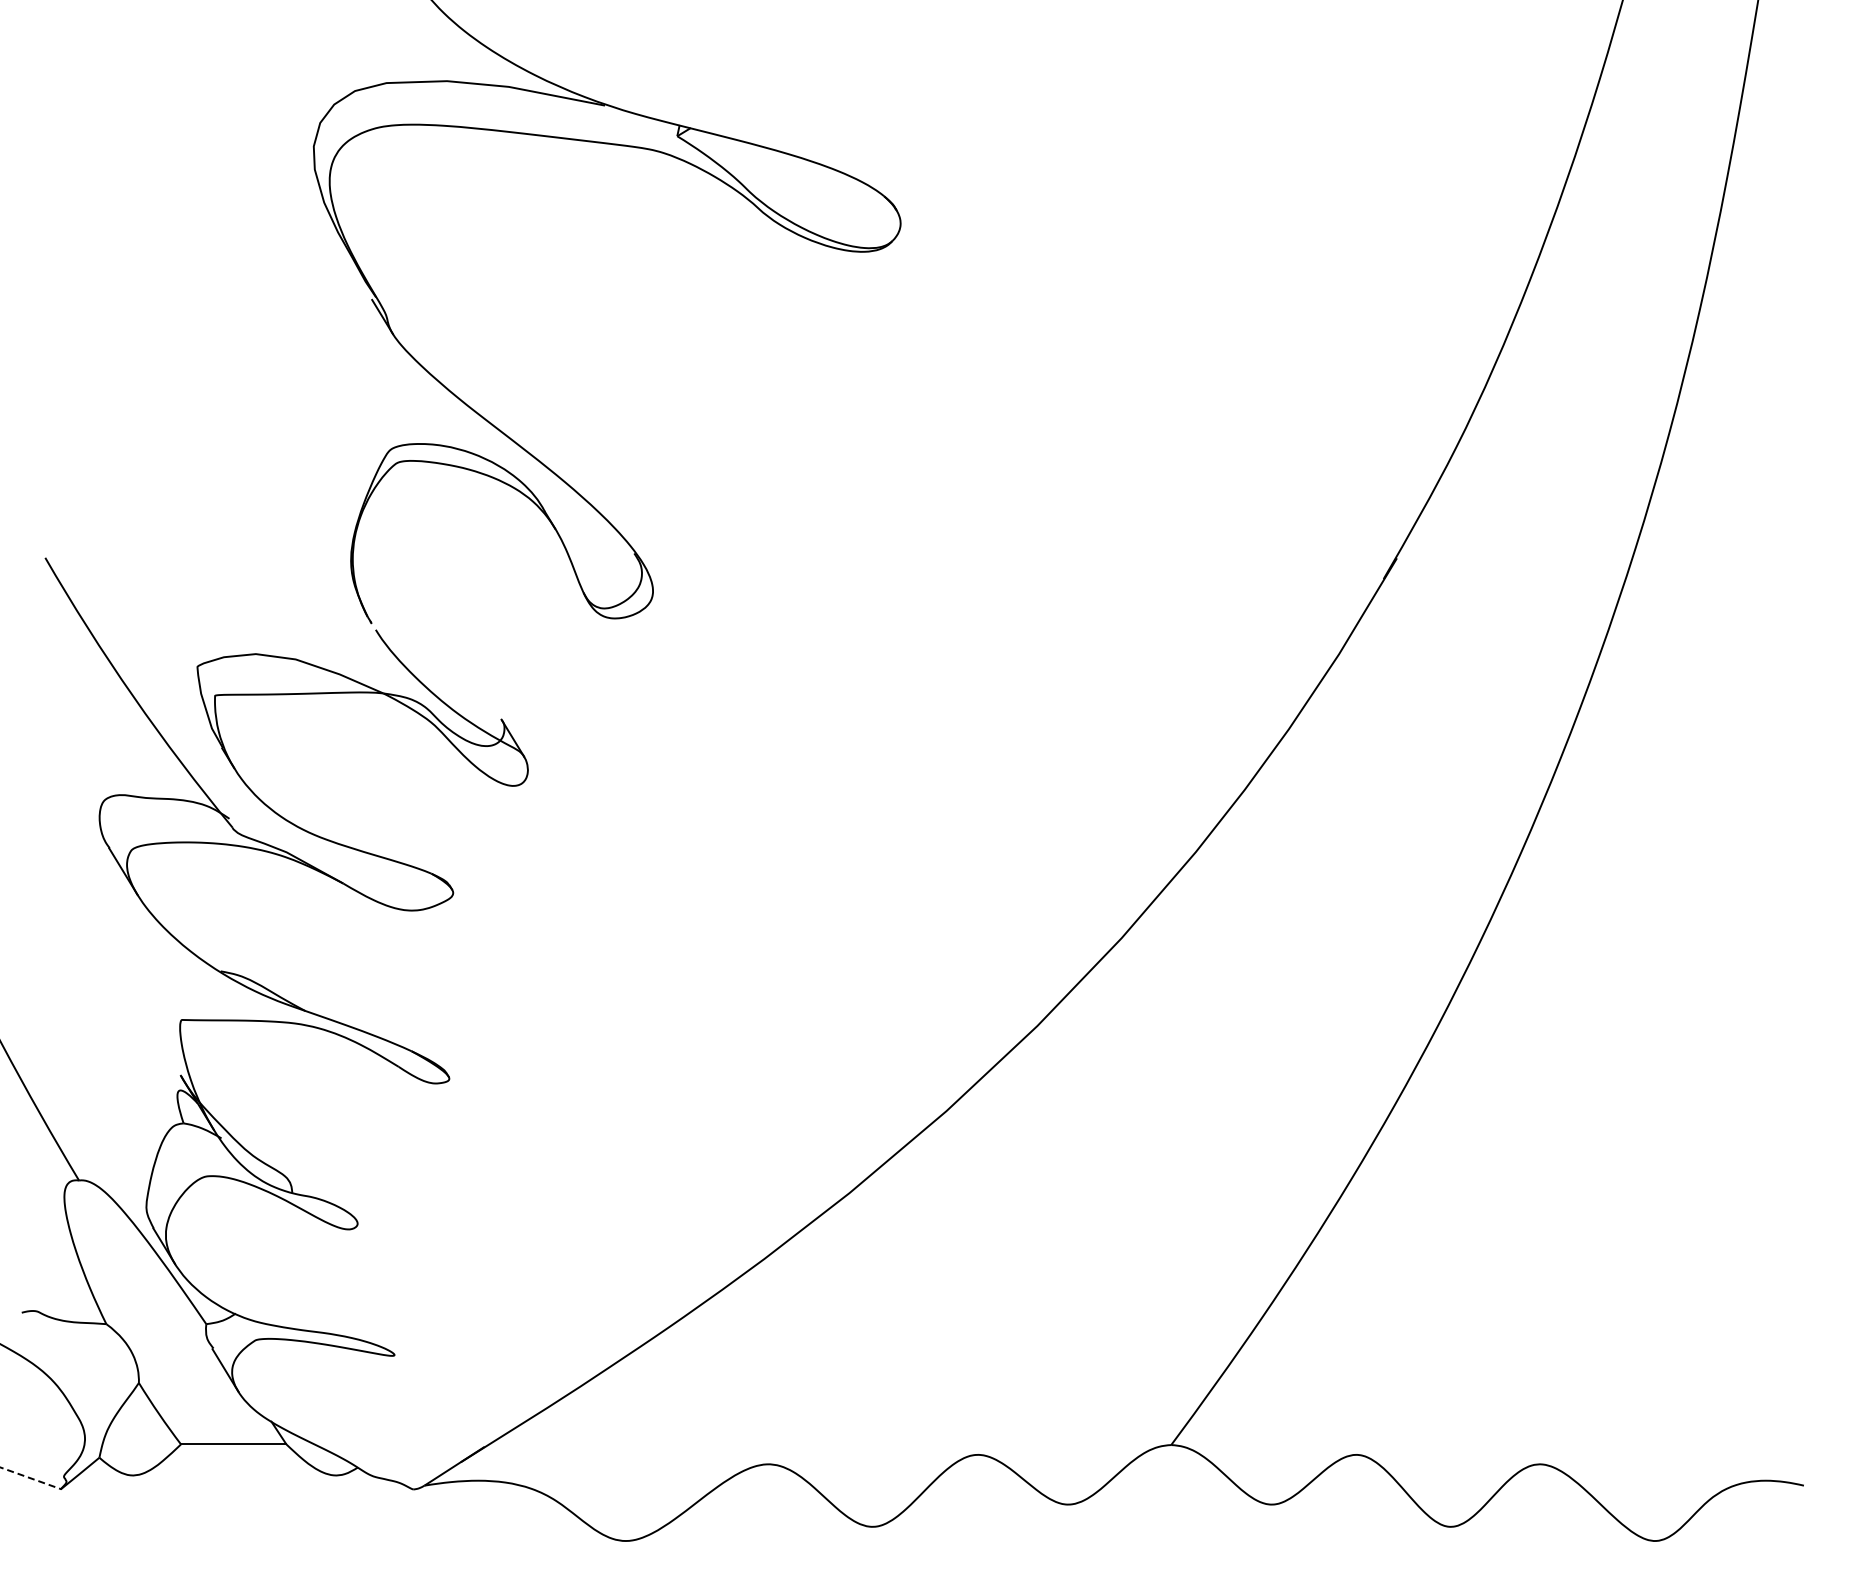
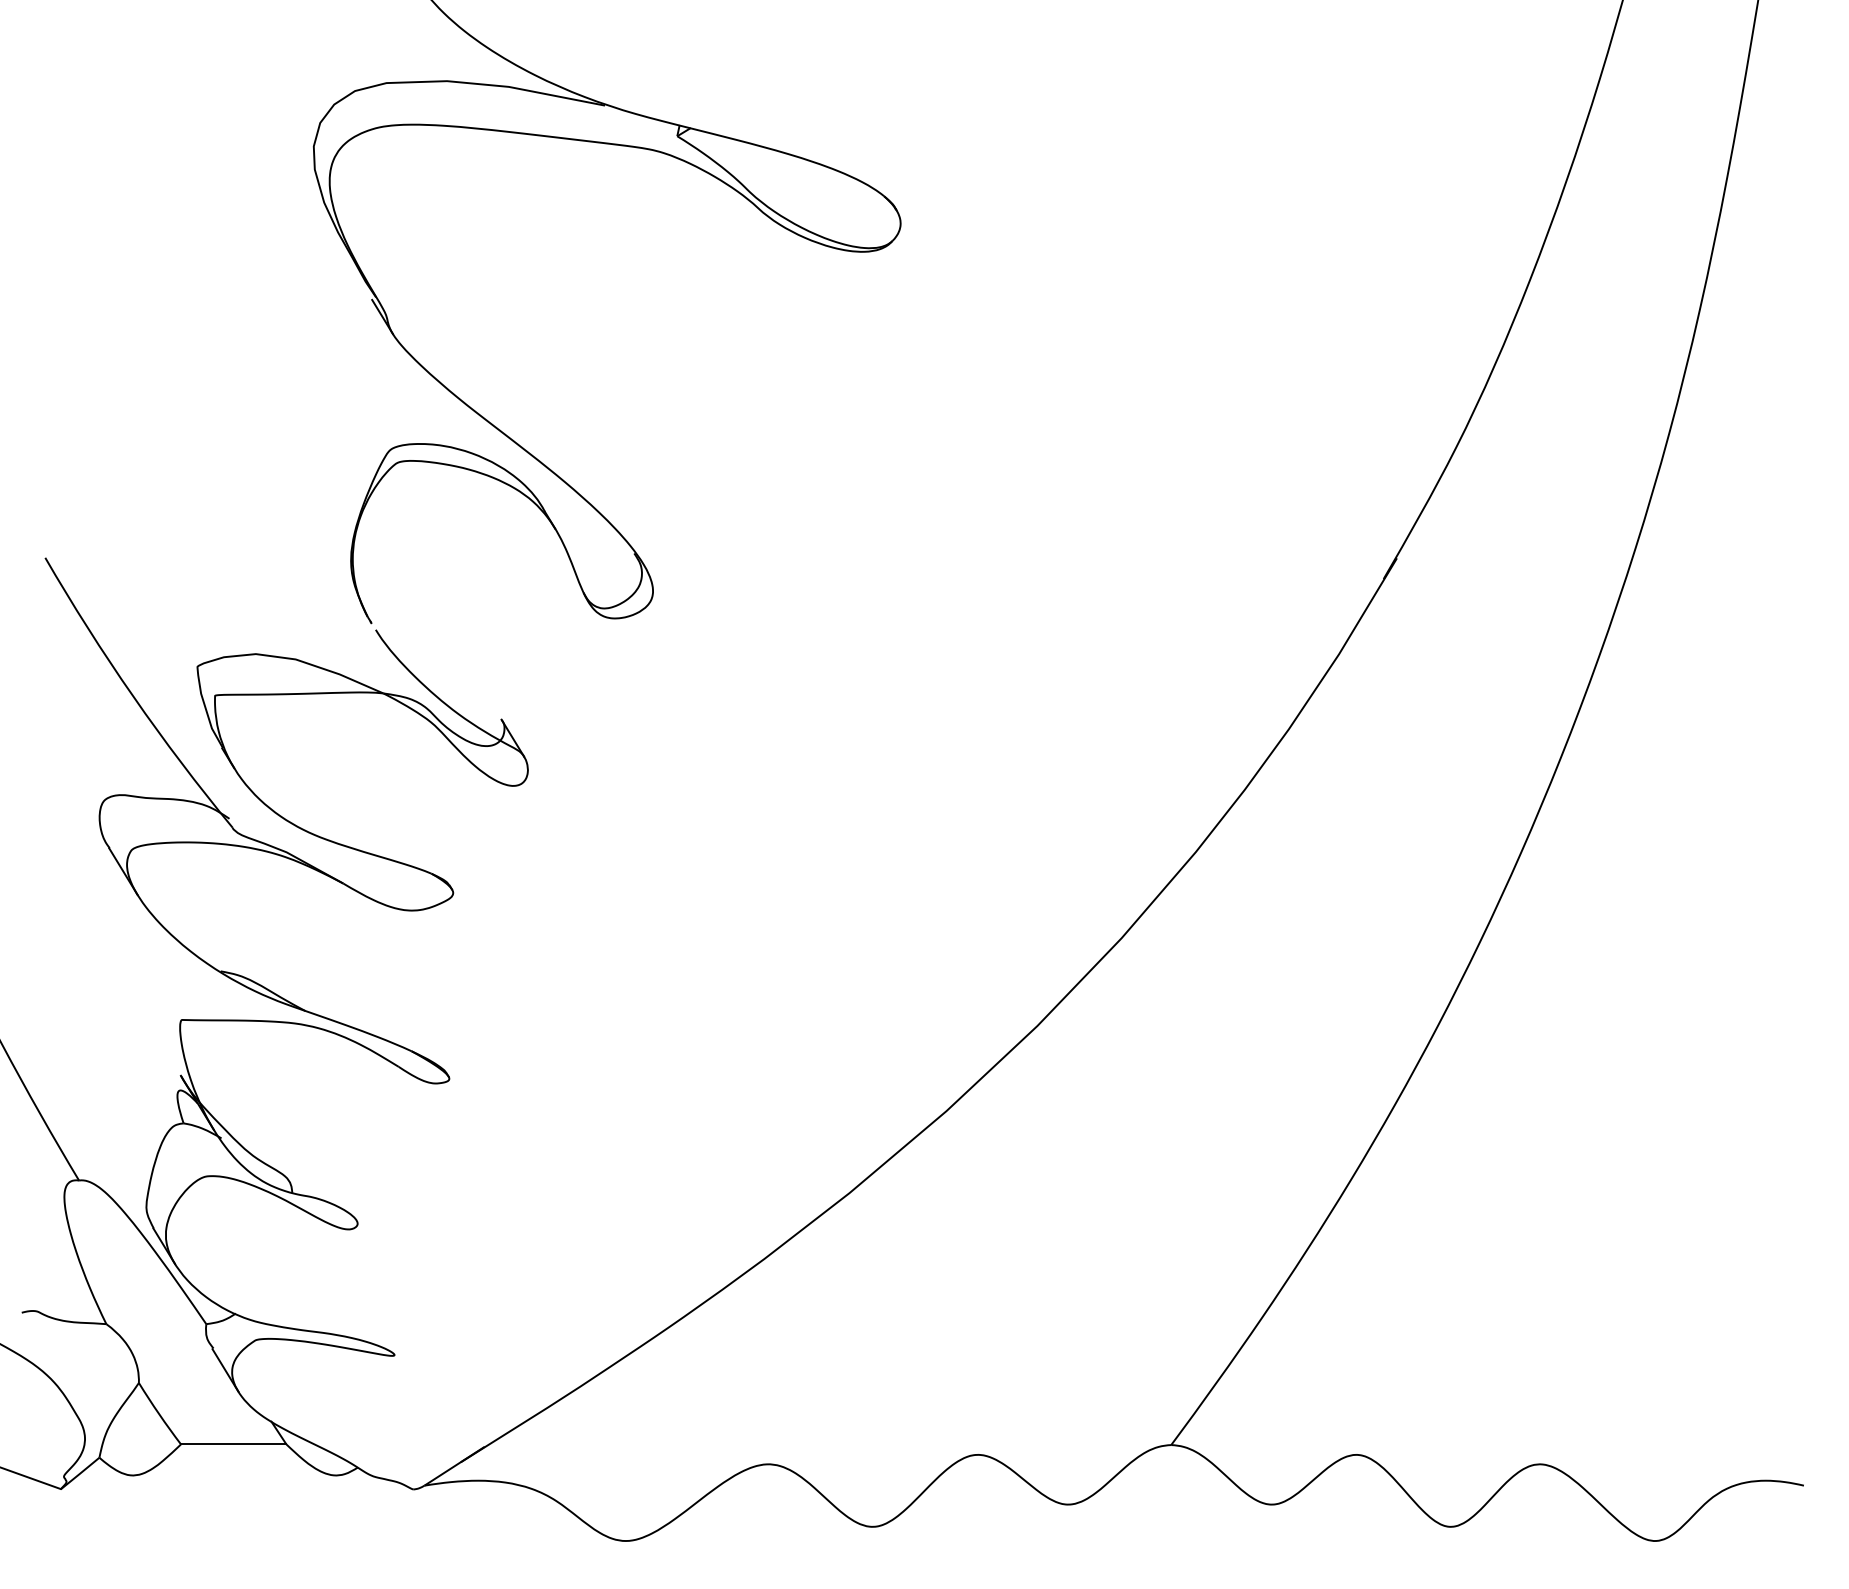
line at (31, 1478): dashed -> solid
